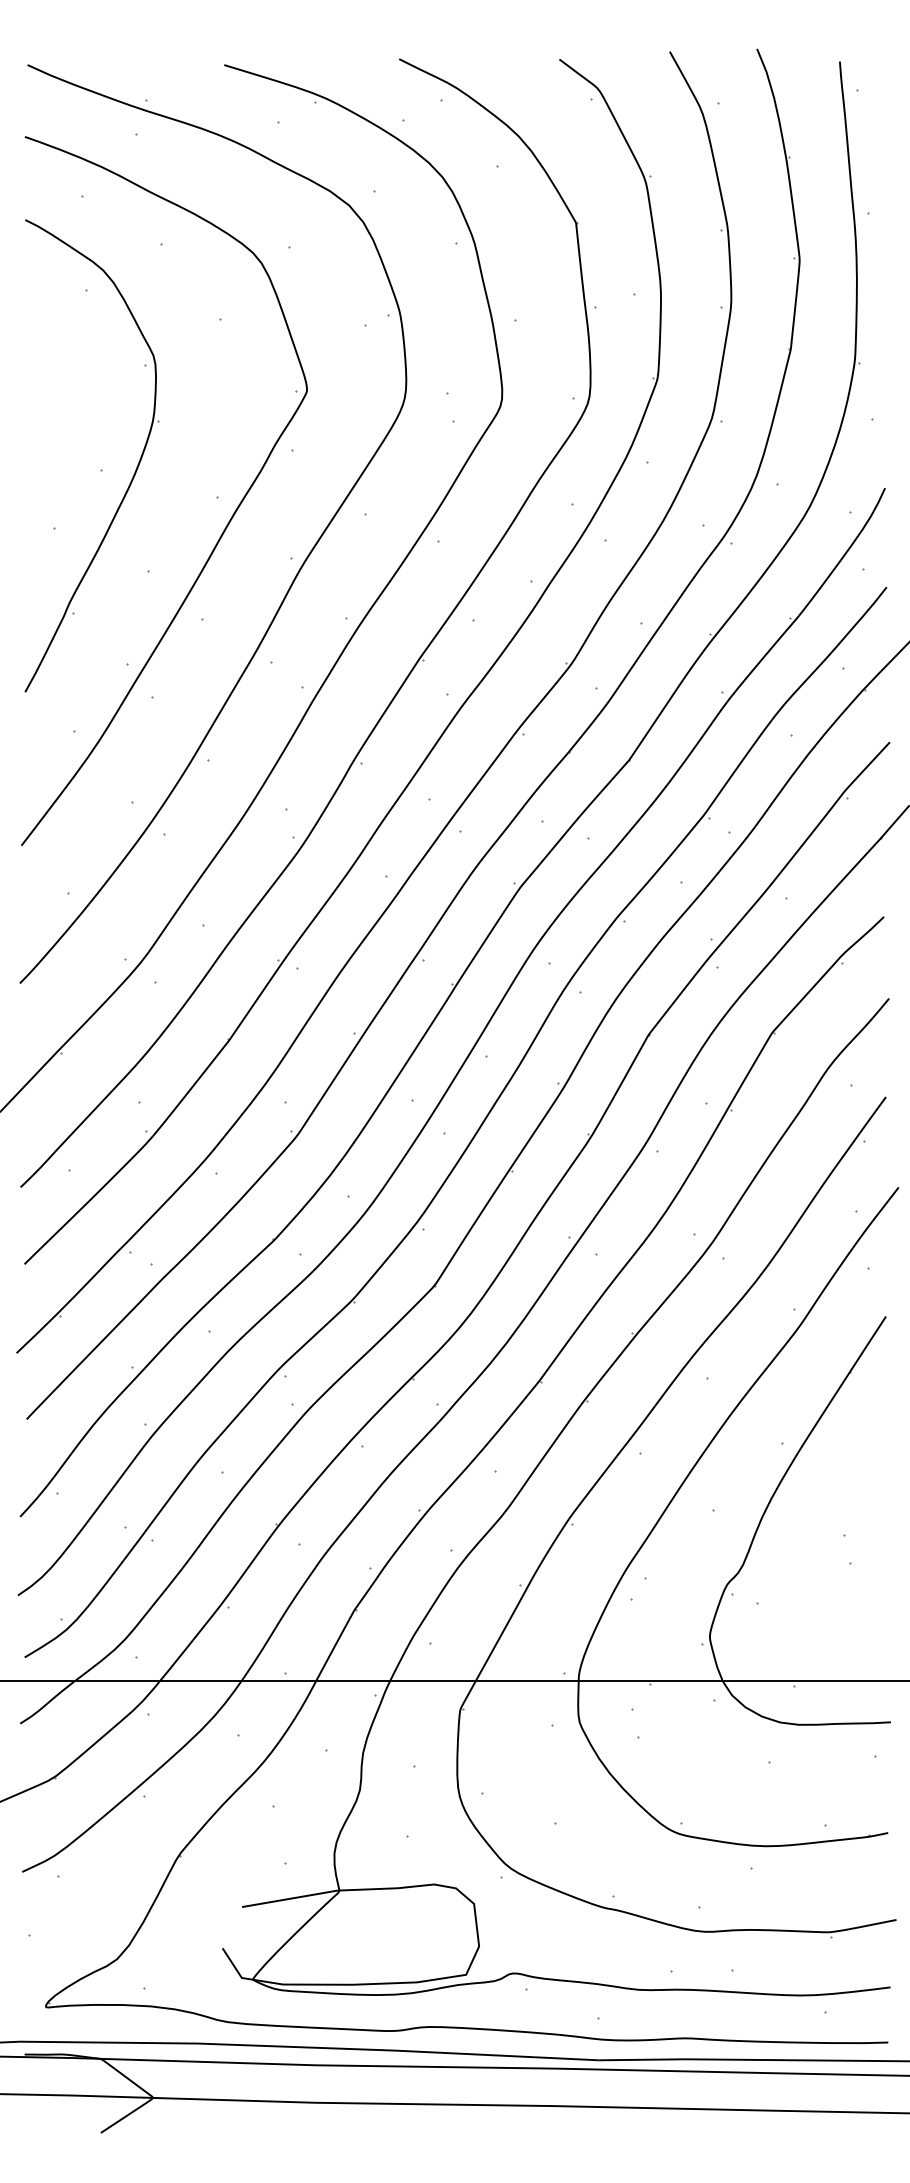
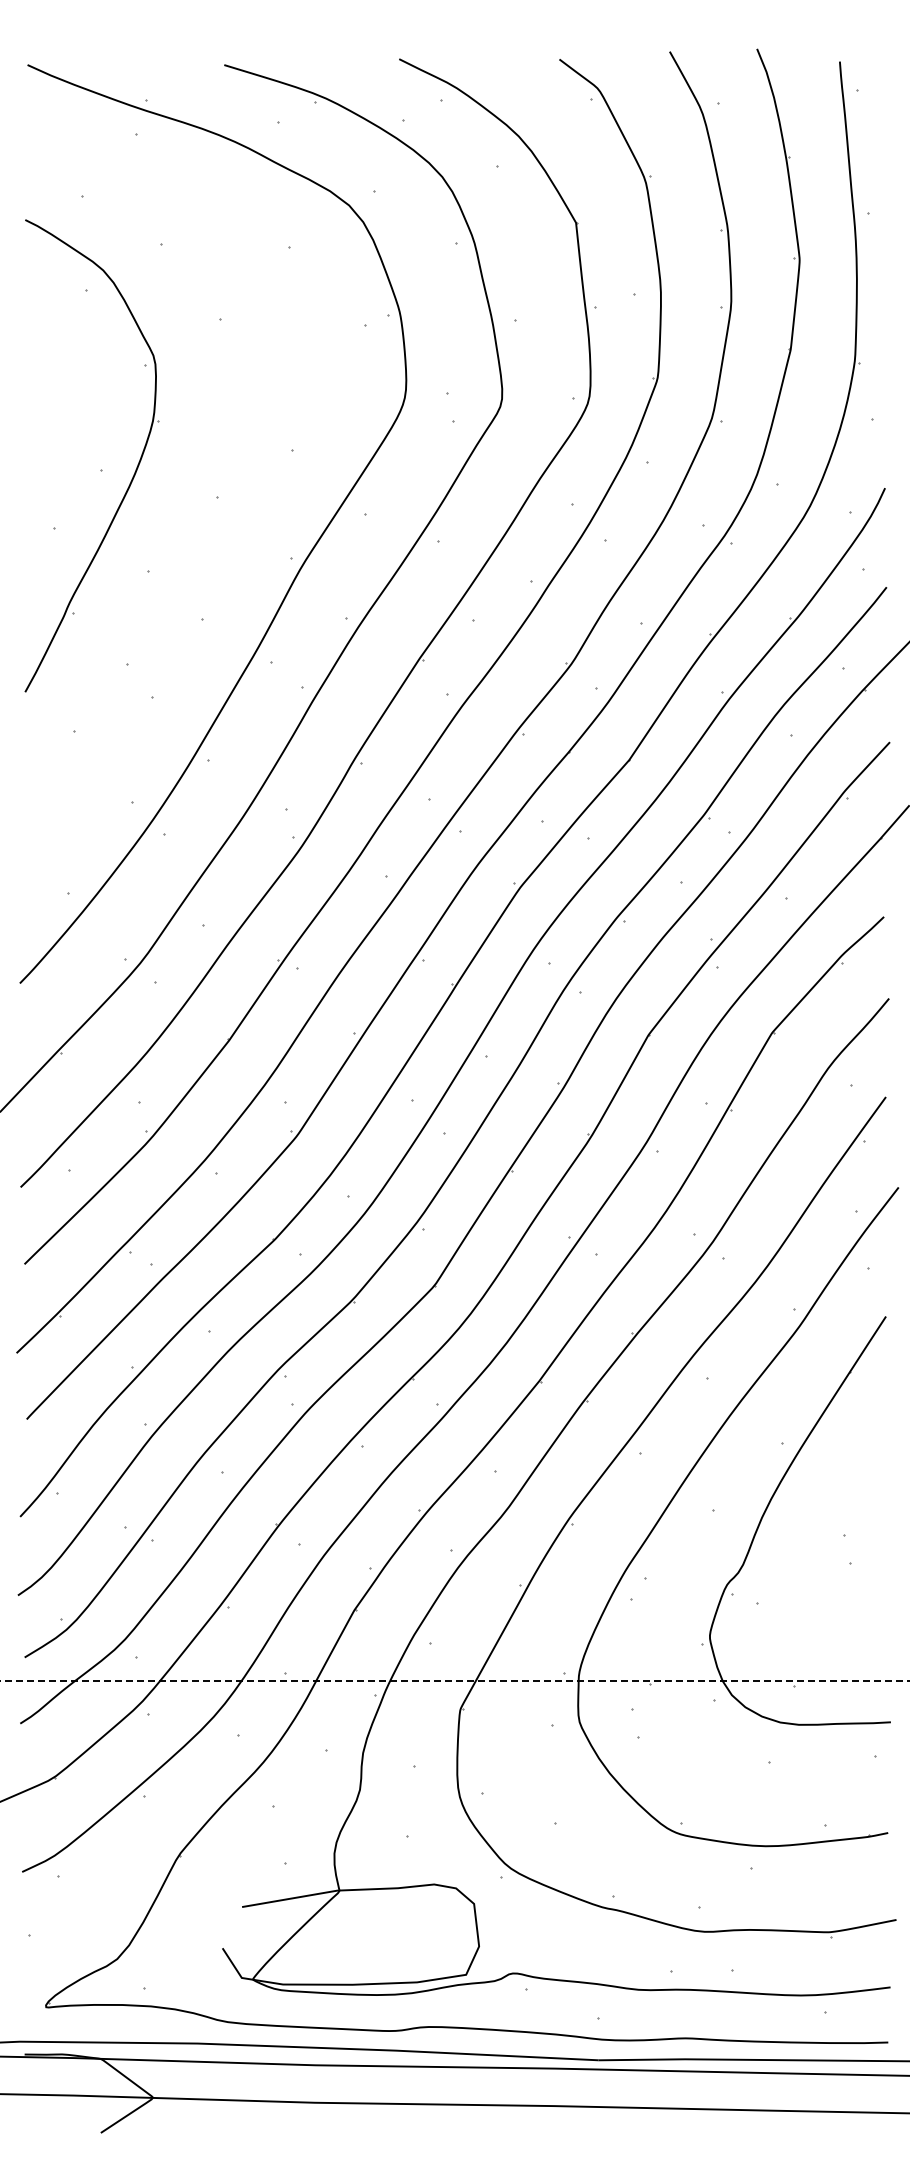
part at (225, 526): present -> none
line at (455, 1680): solid -> dashed
